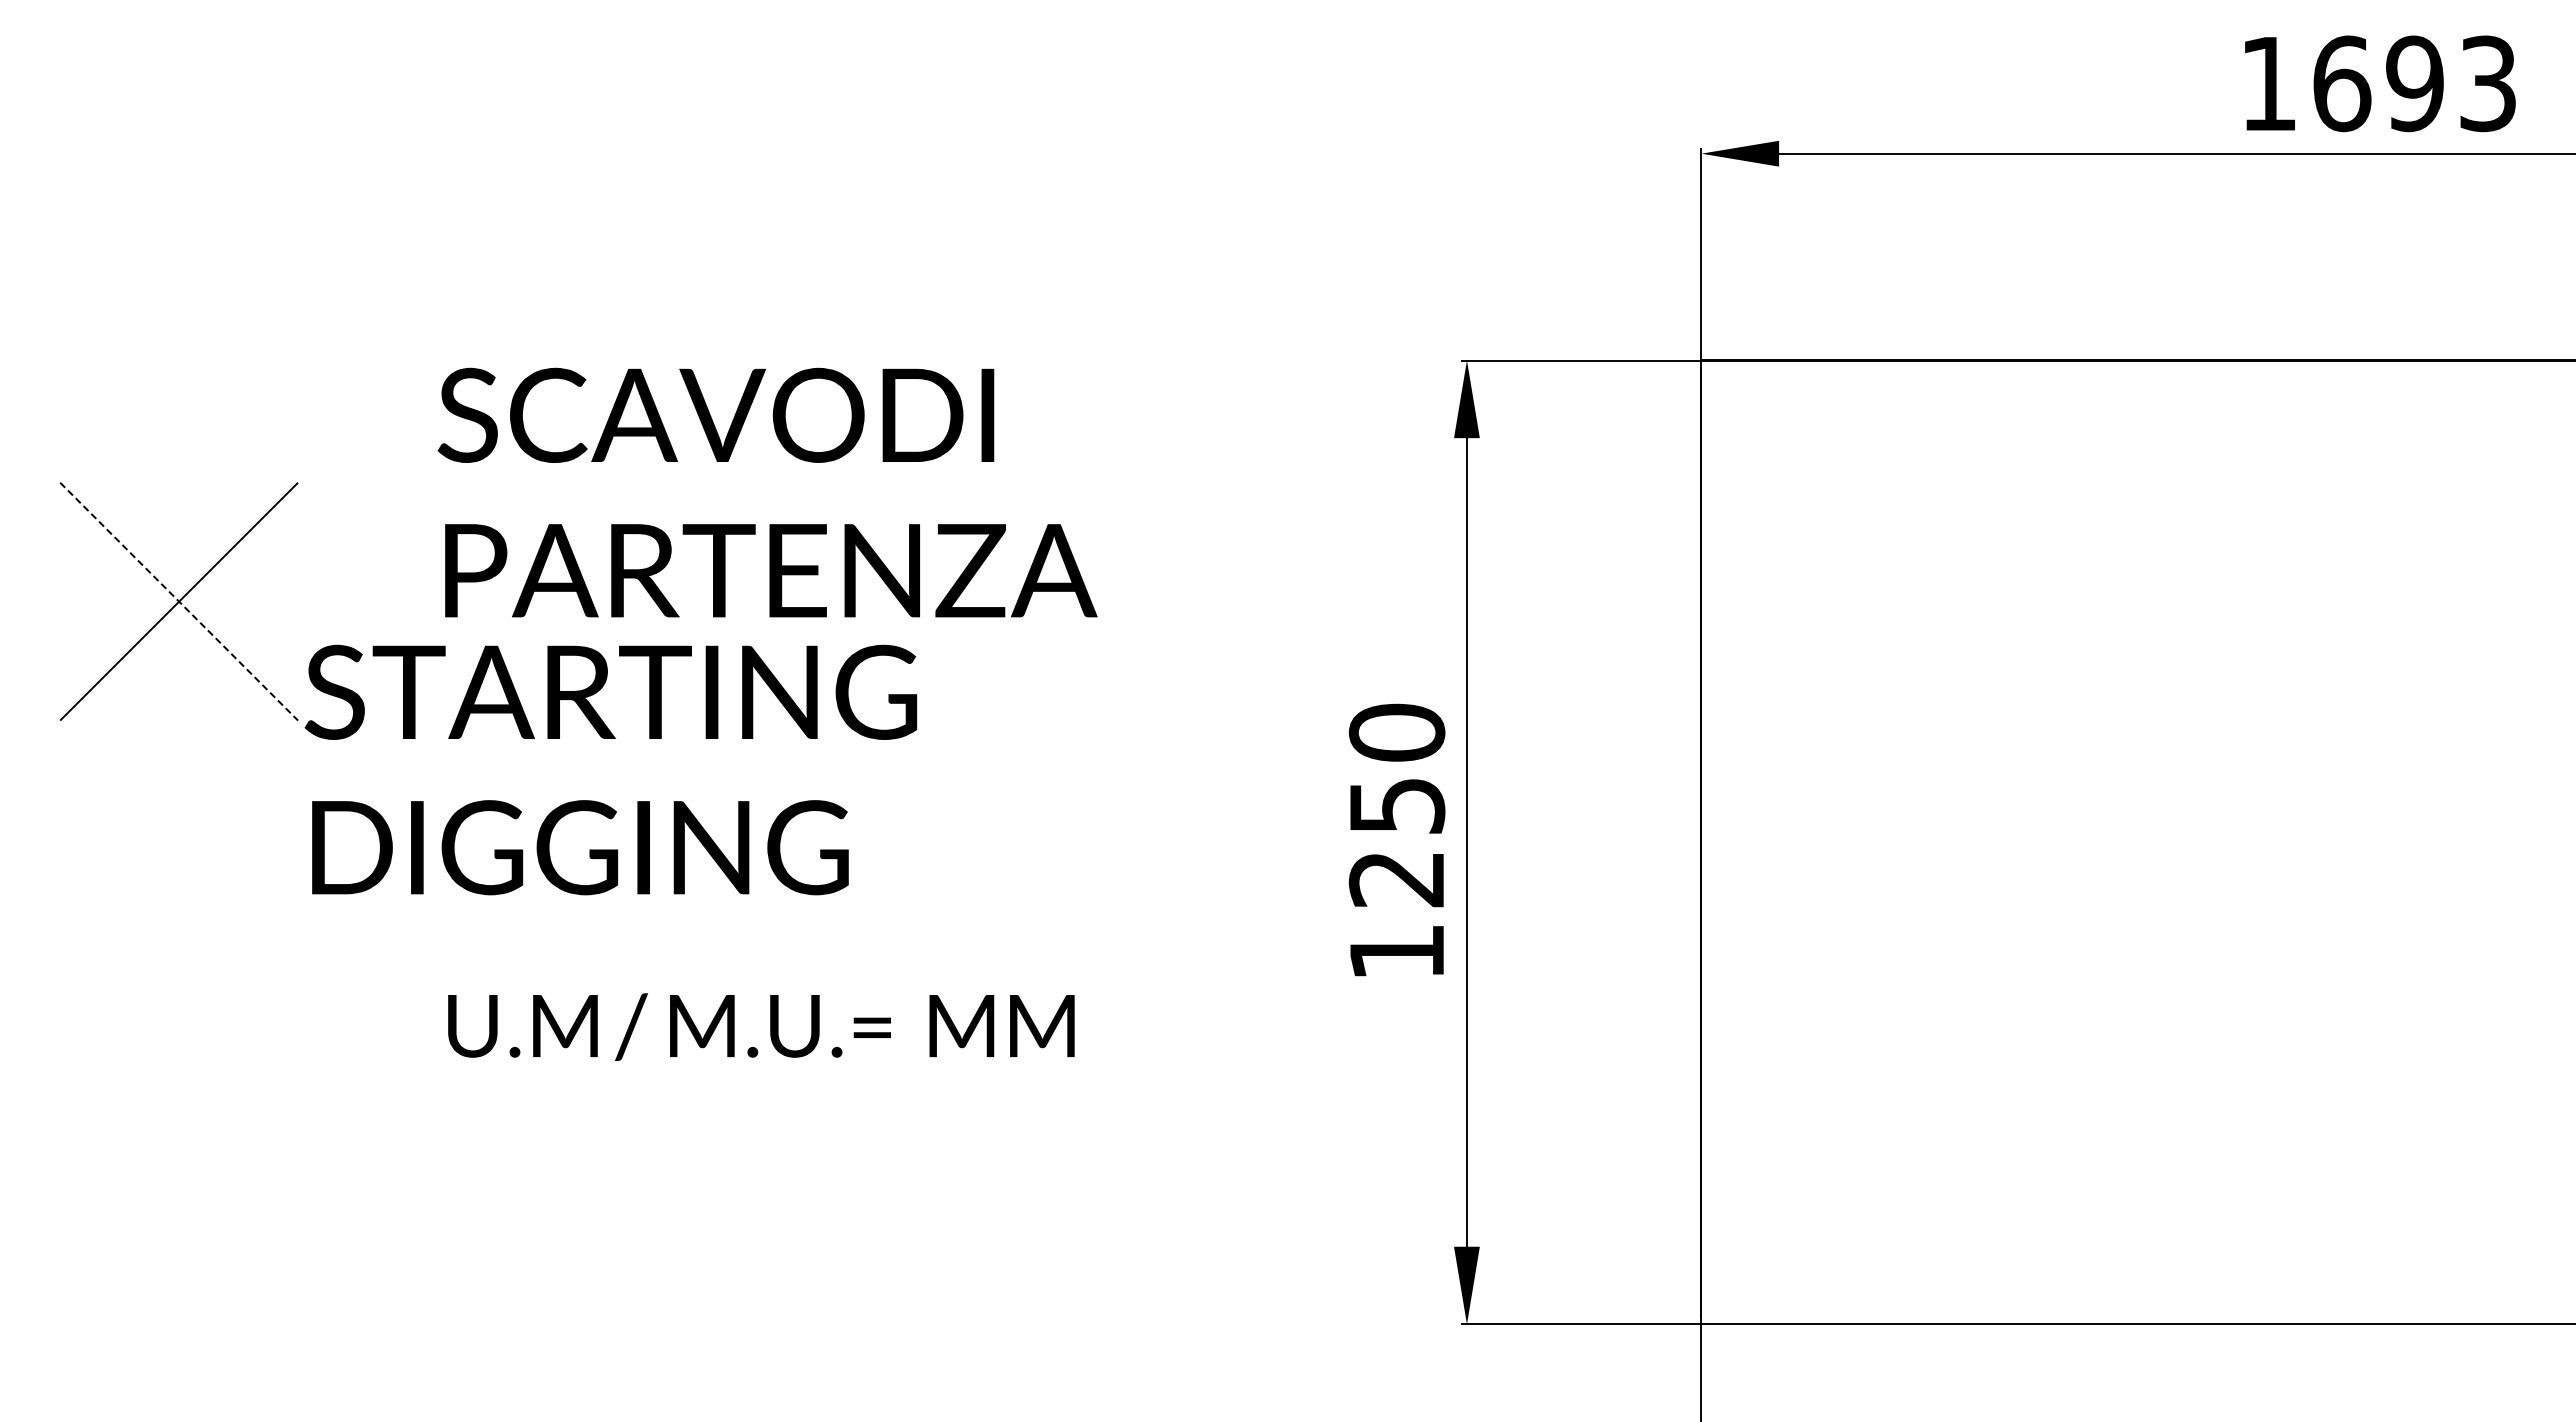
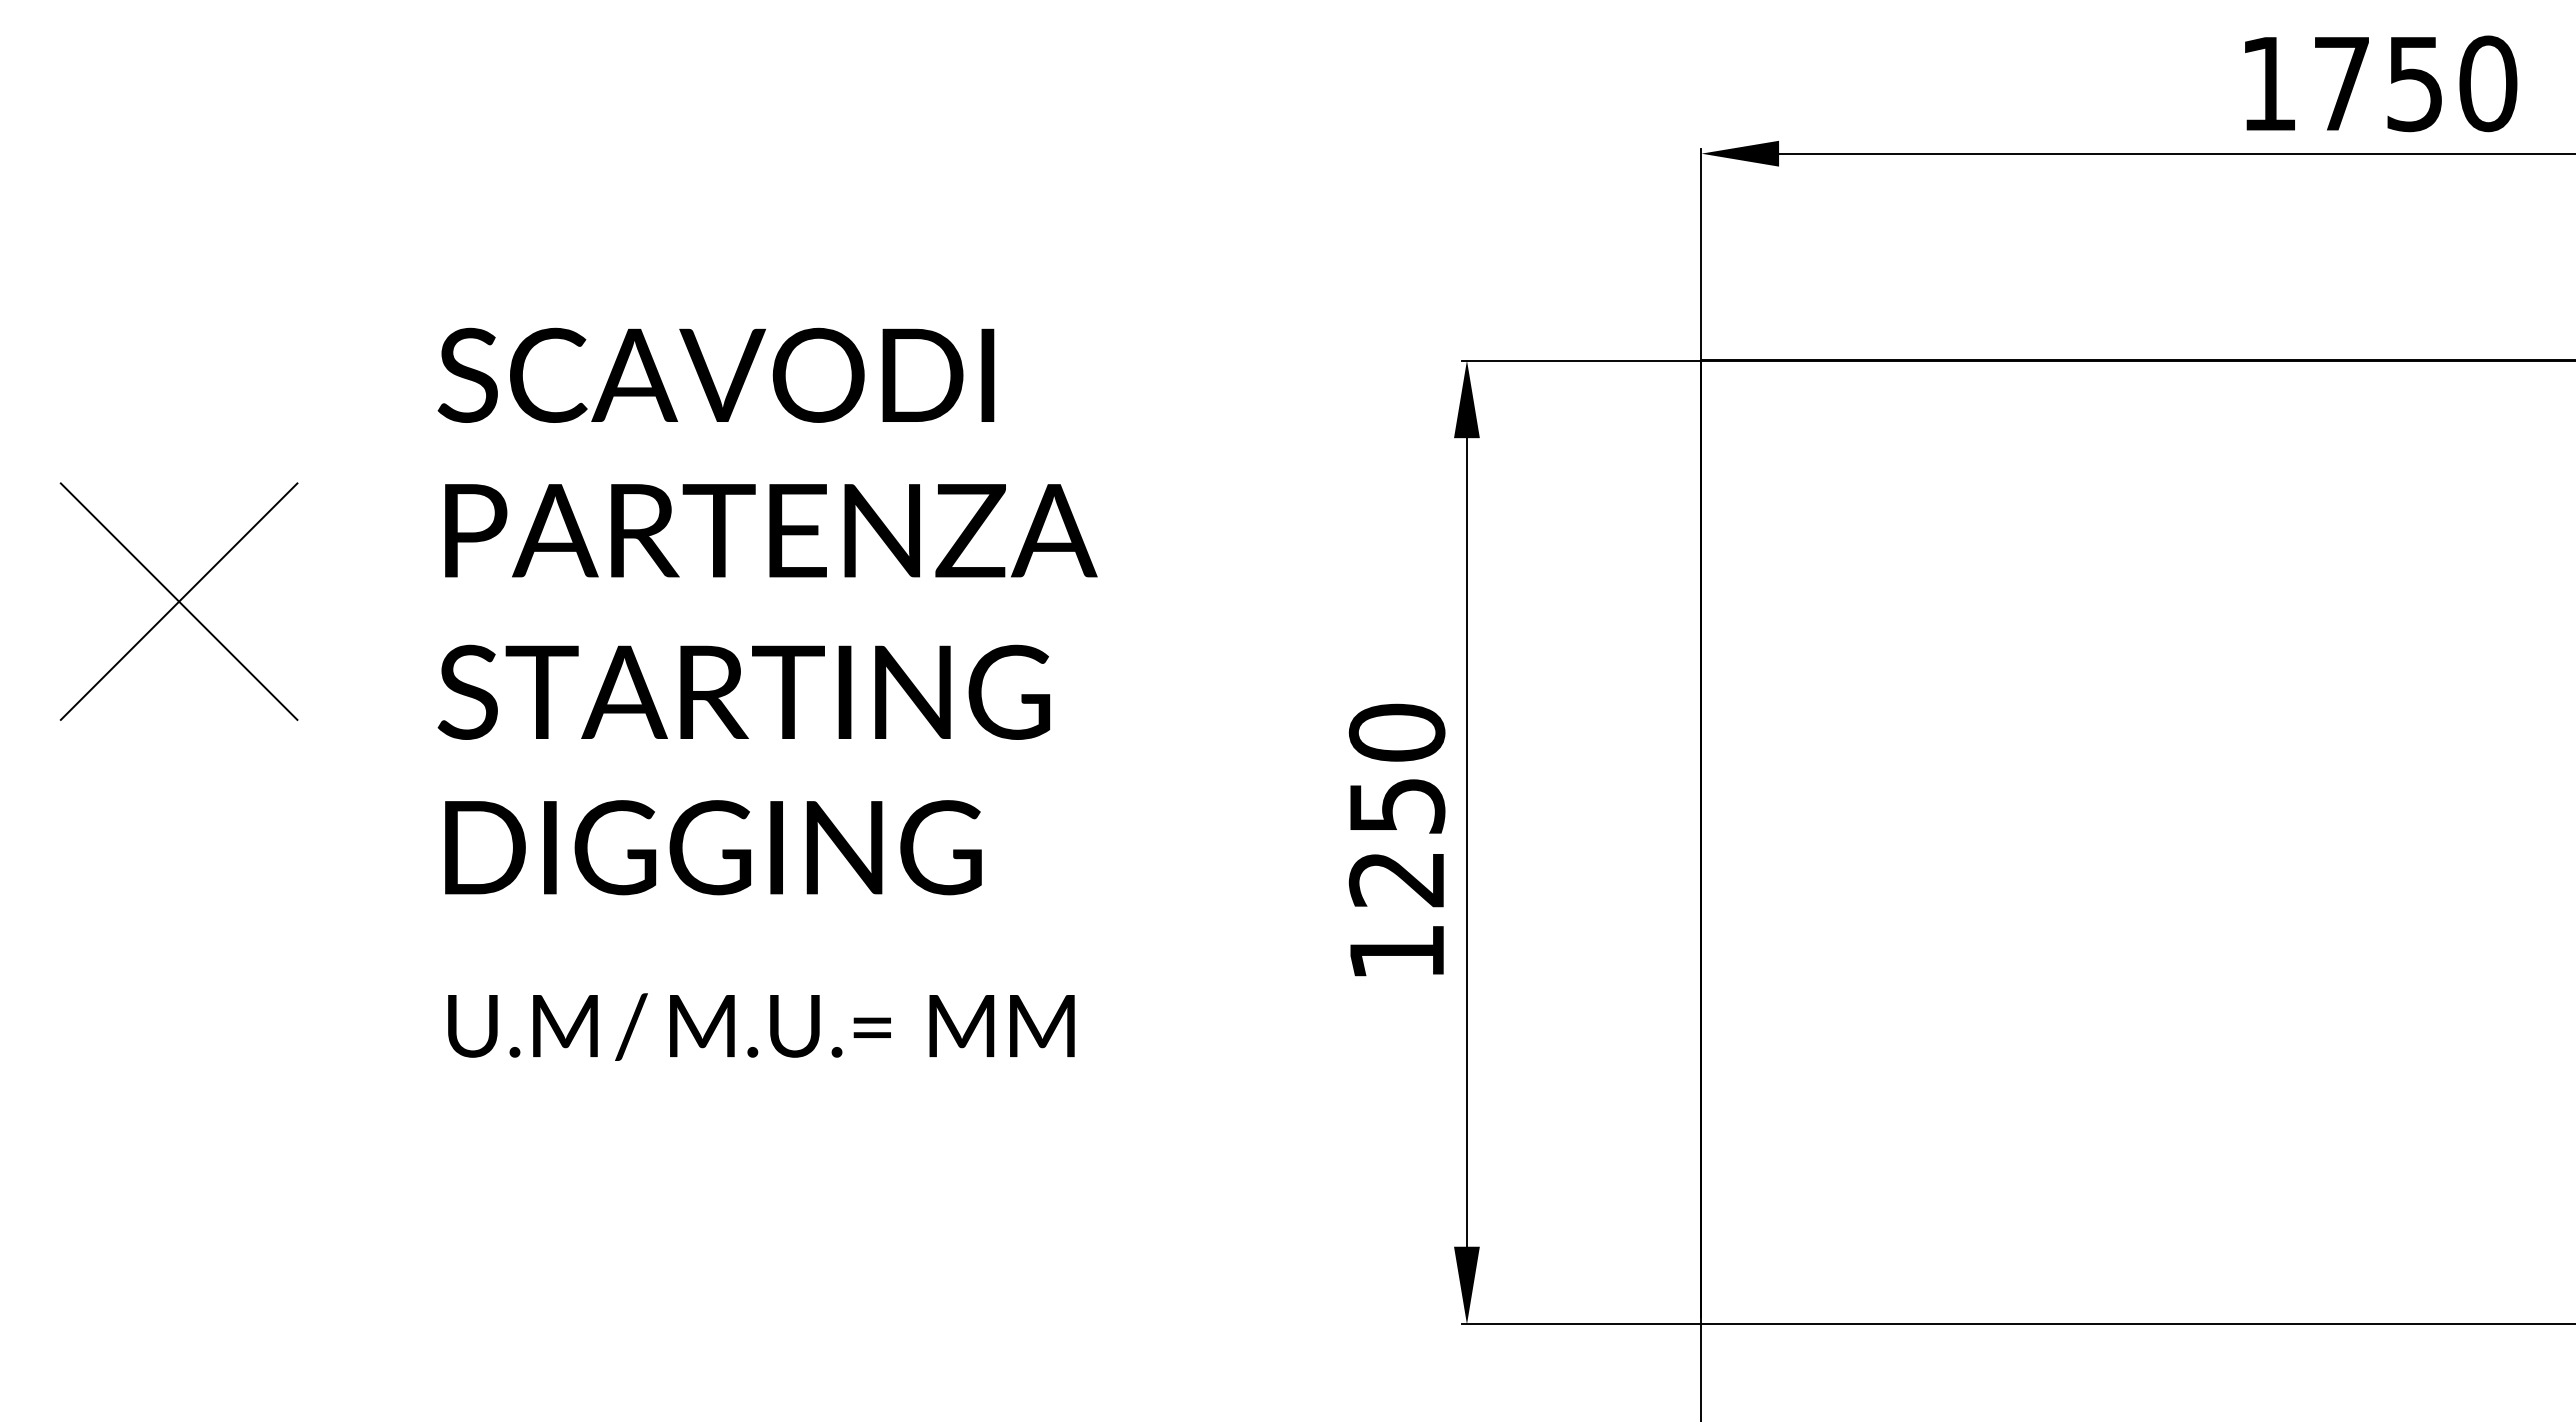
text at (2415, 83): 1693 -> 1750
text at (767, 492) position: (767, 492) -> (767, 452)
line at (179, 602): dashed -> solid
text at (610, 769) position: (610, 769) -> (743, 769)
